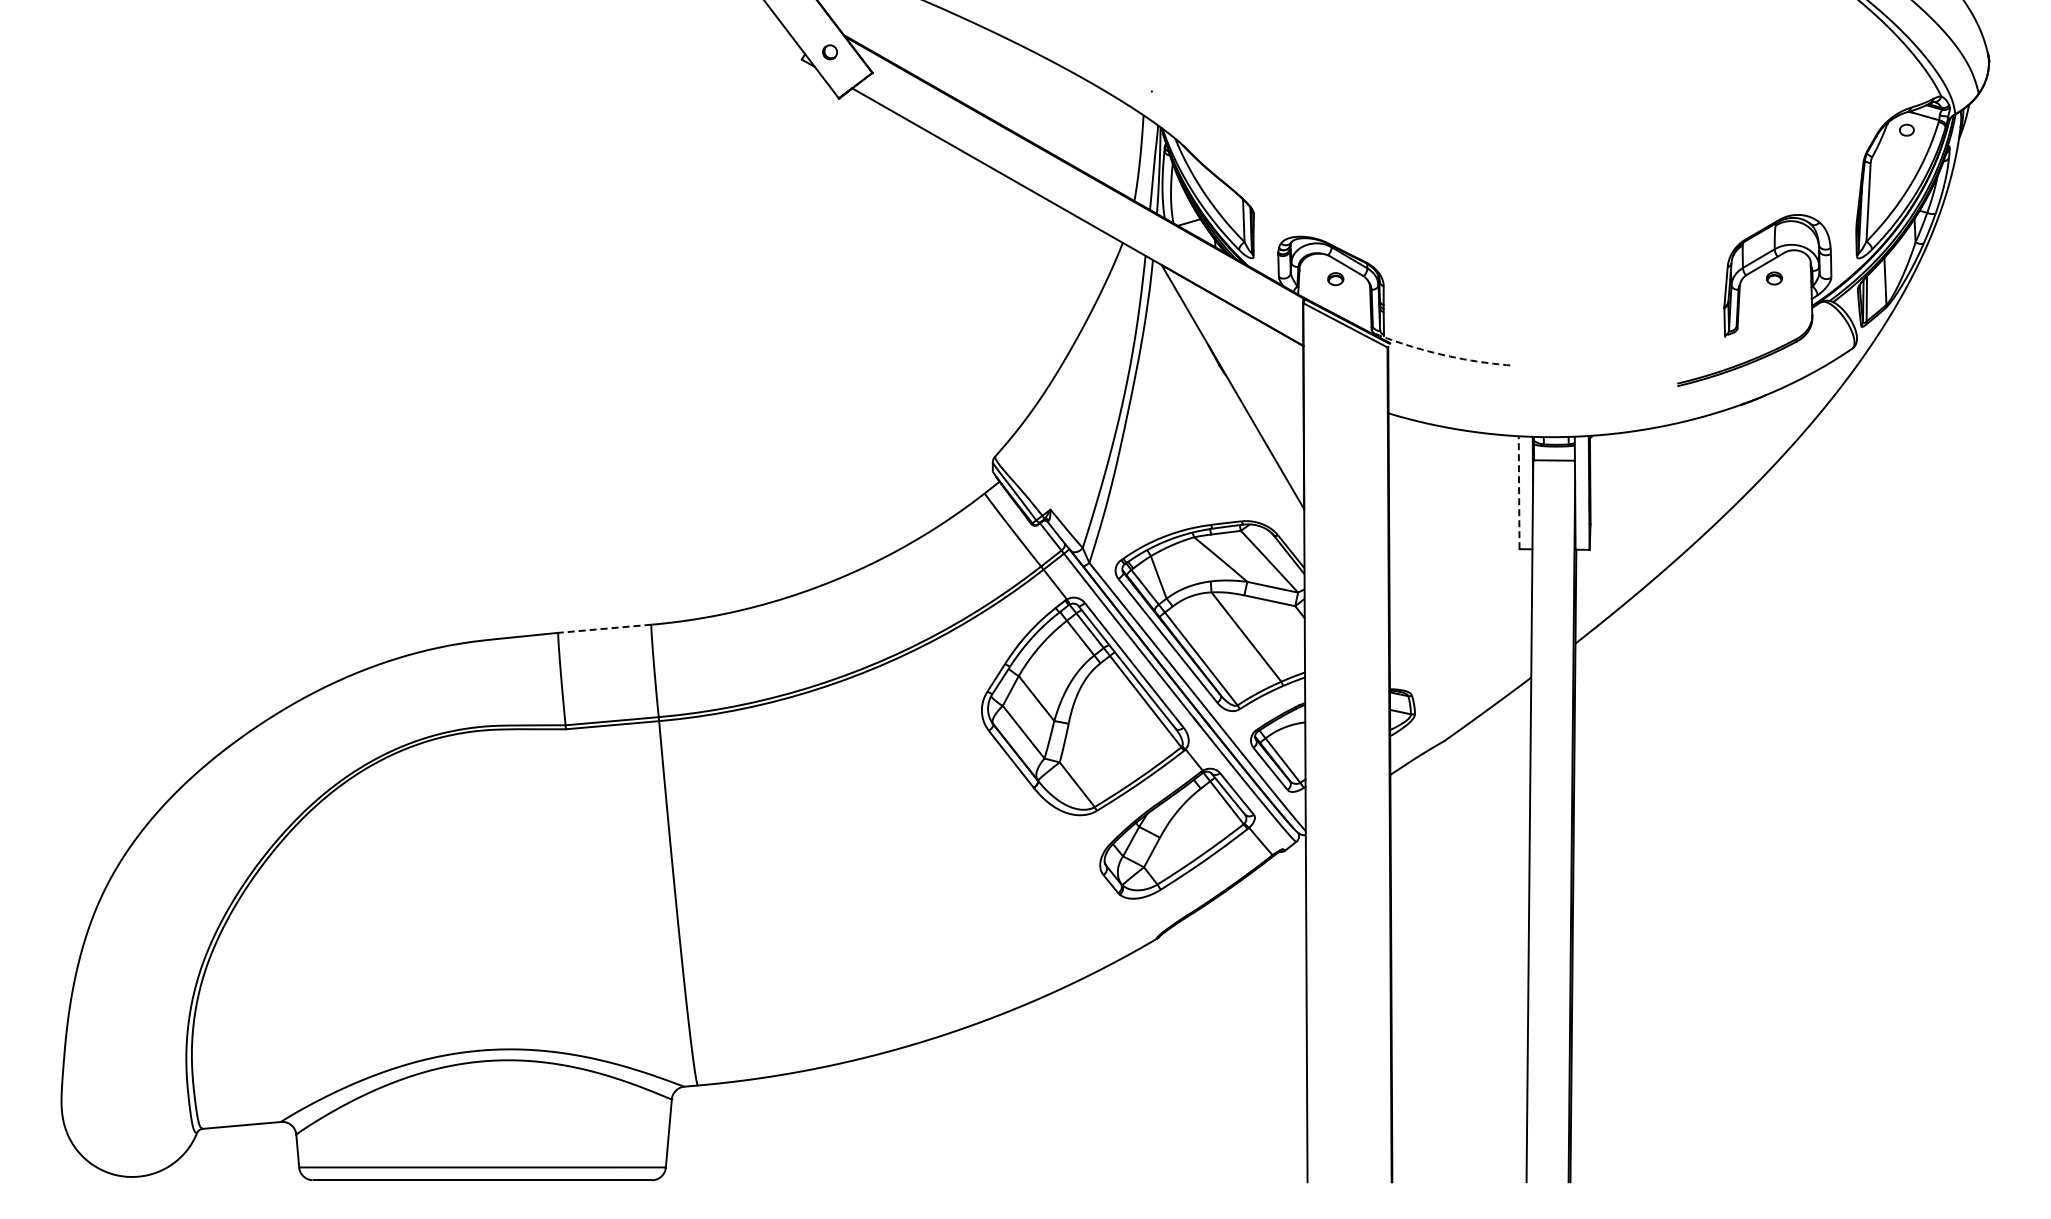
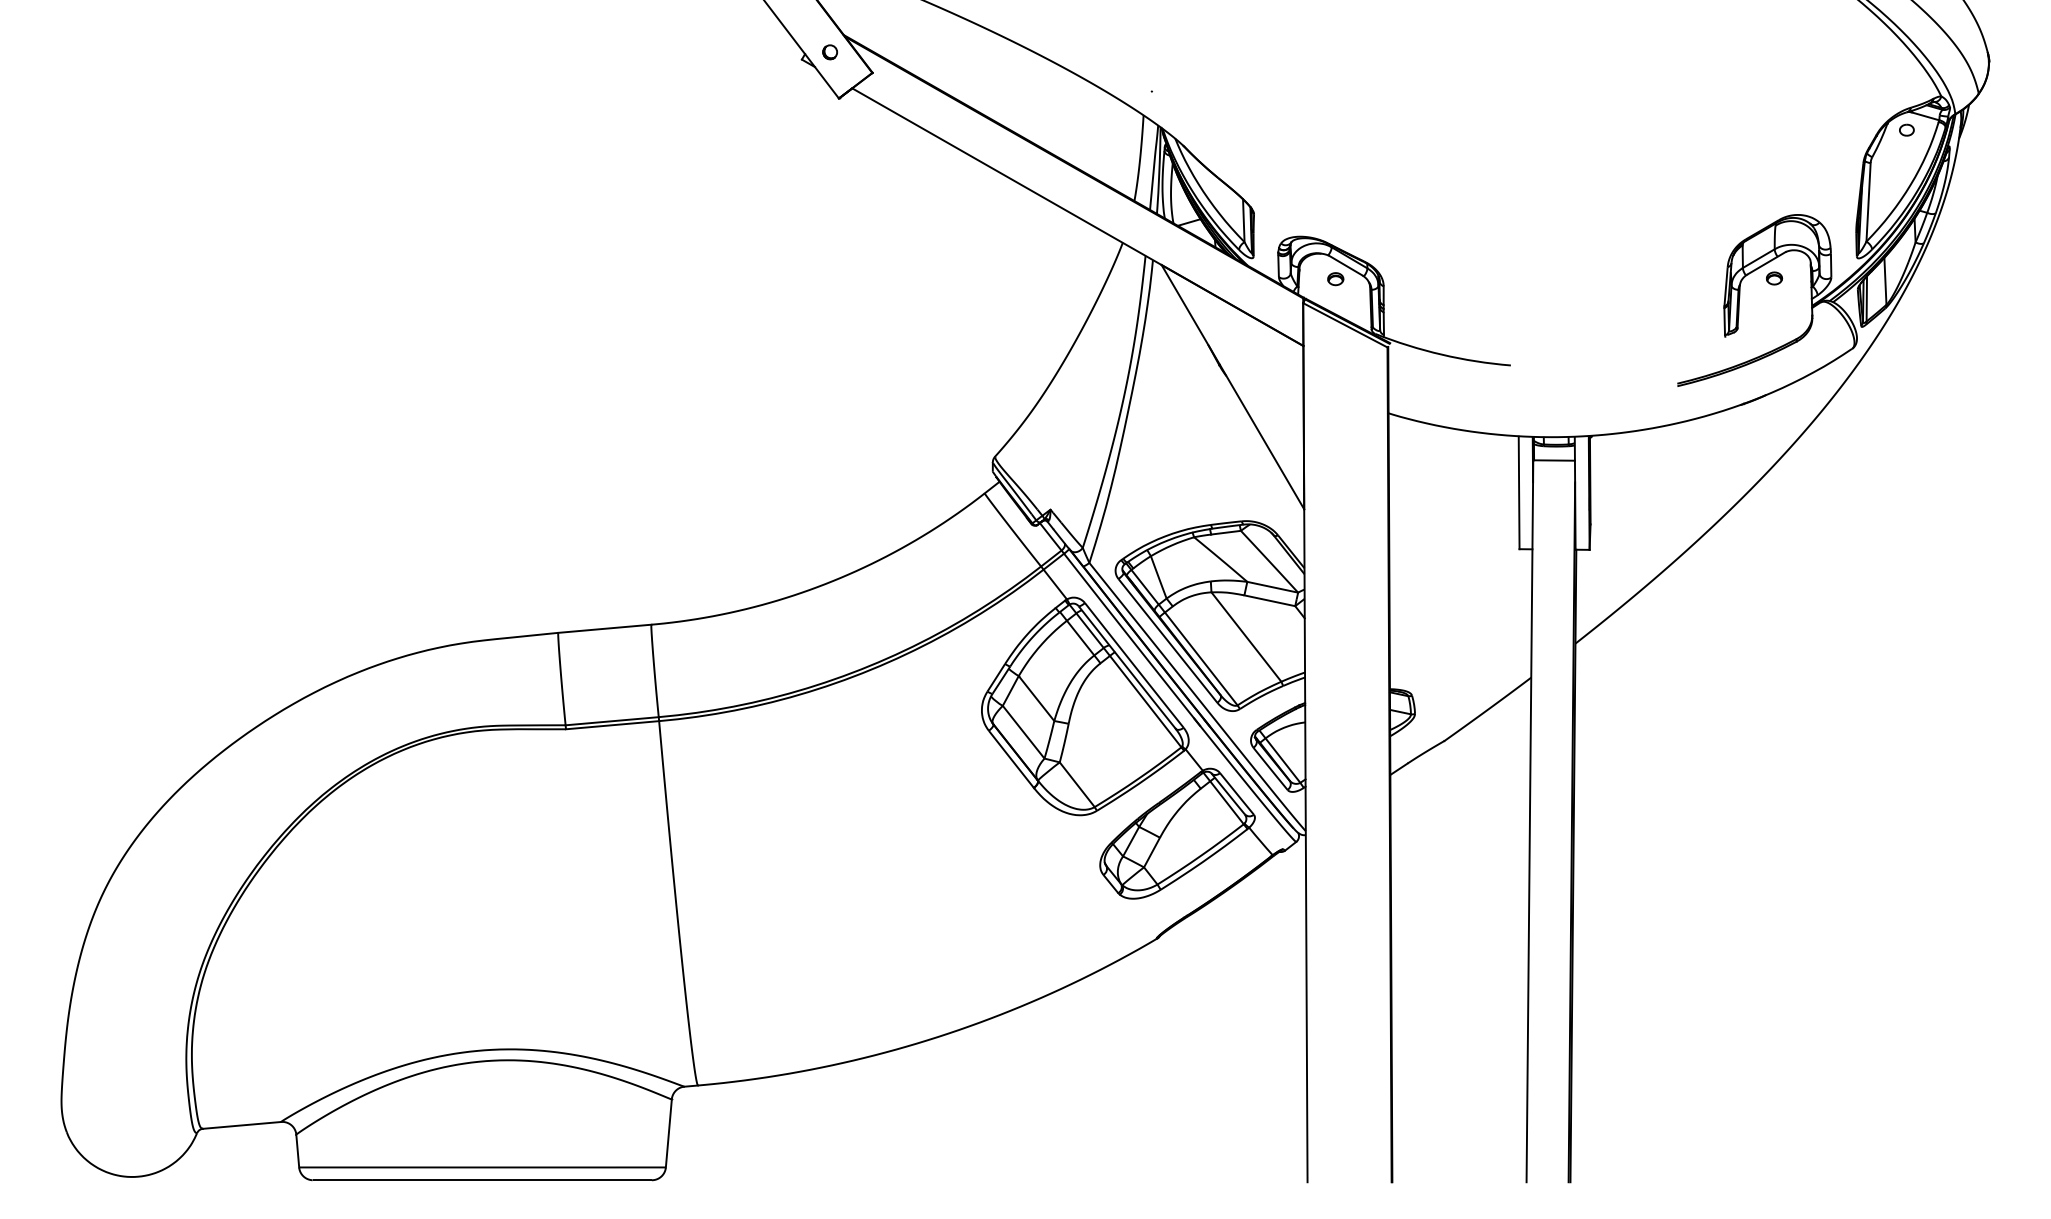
arc at (1441, 354): dashed -> solid
line at (1519, 492): dashed -> solid
line at (604, 628): dashed -> solid
